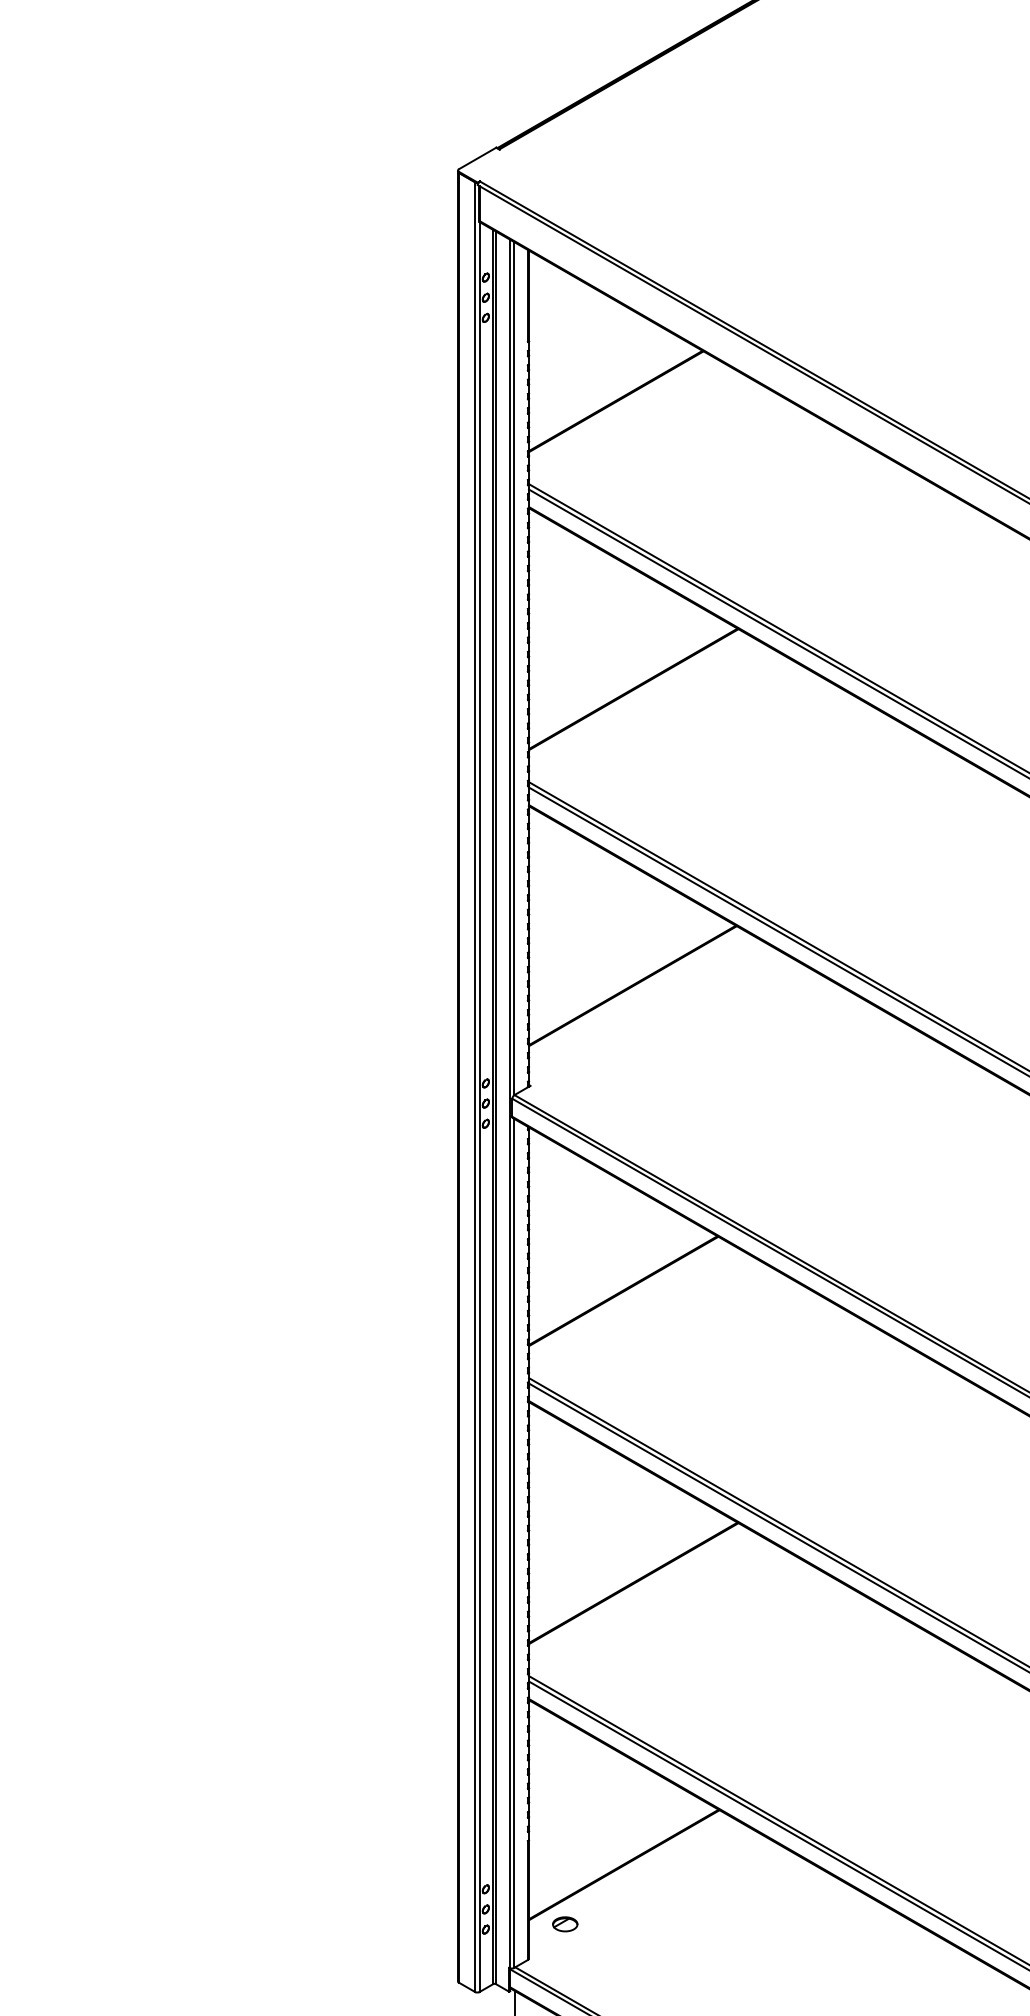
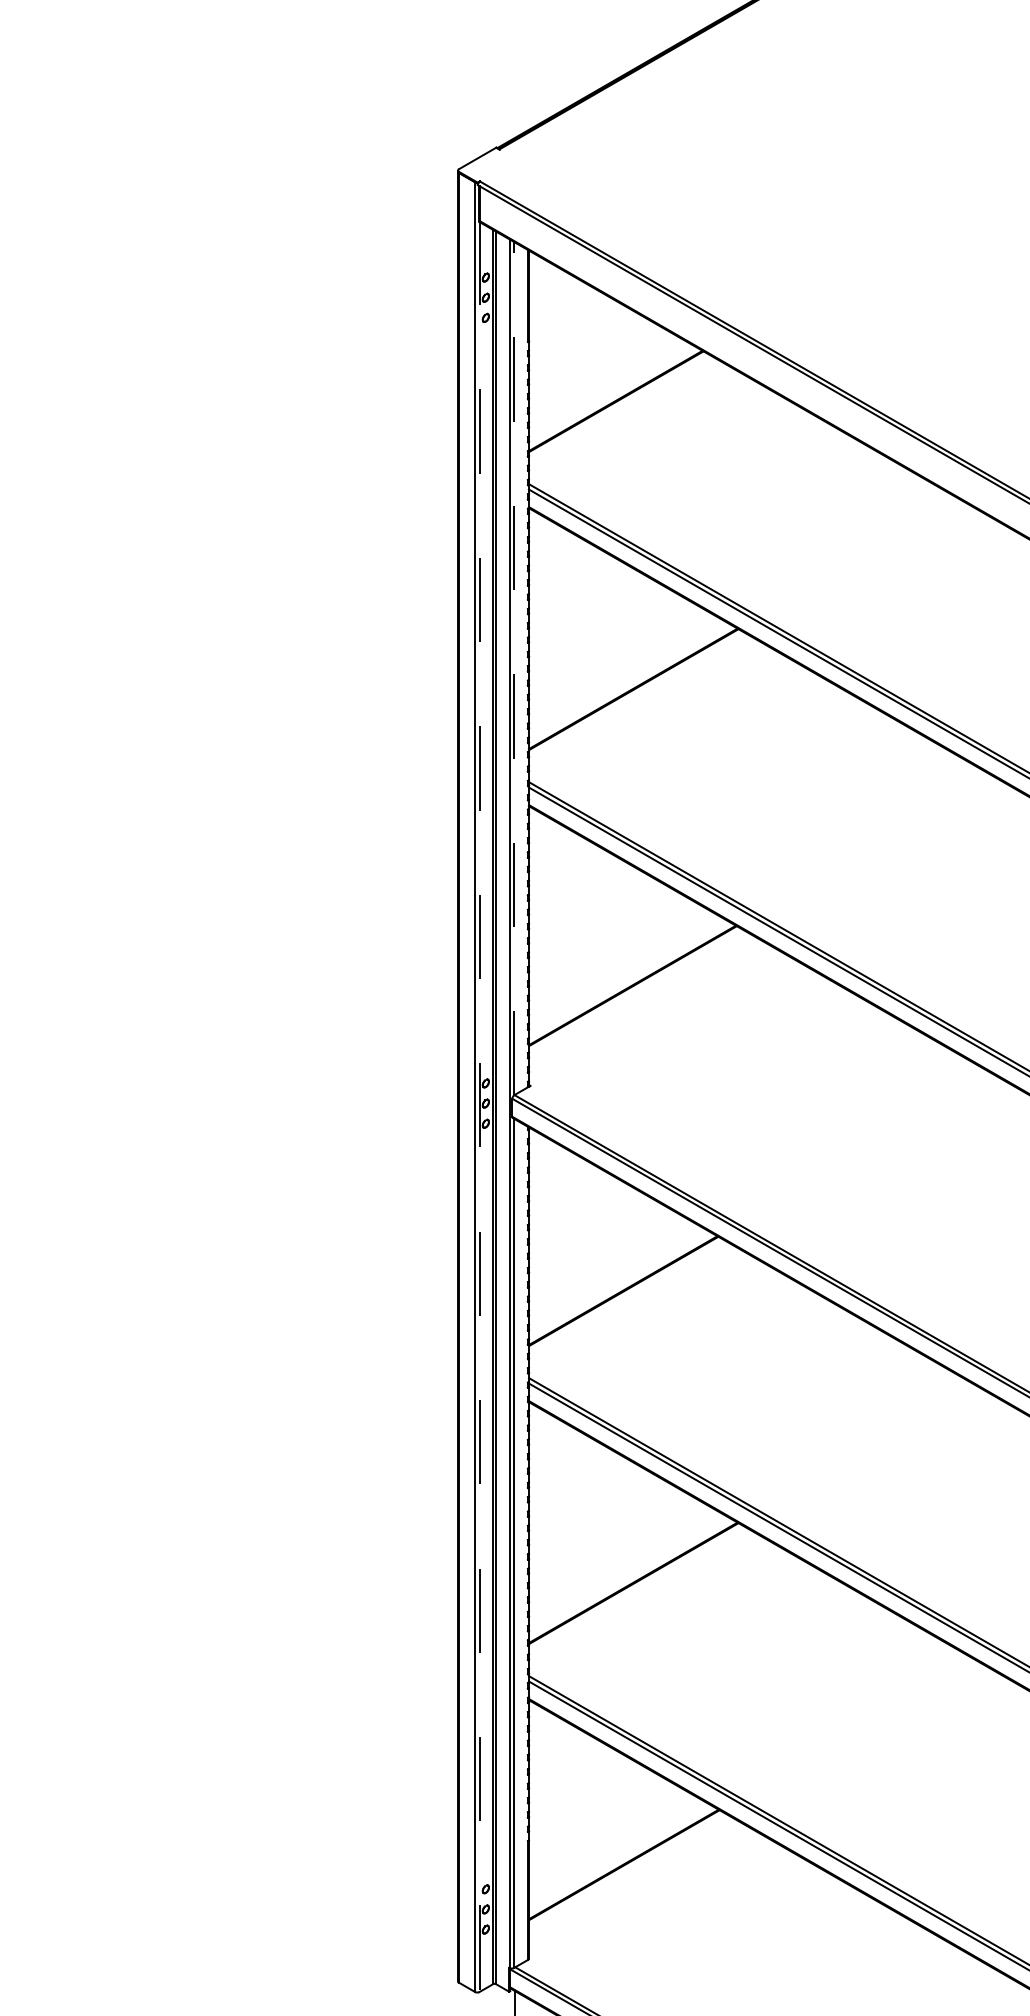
line at (514, 668): solid -> dashed
line at (479, 1106): solid -> dashed
part at (565, 1924): present -> none
